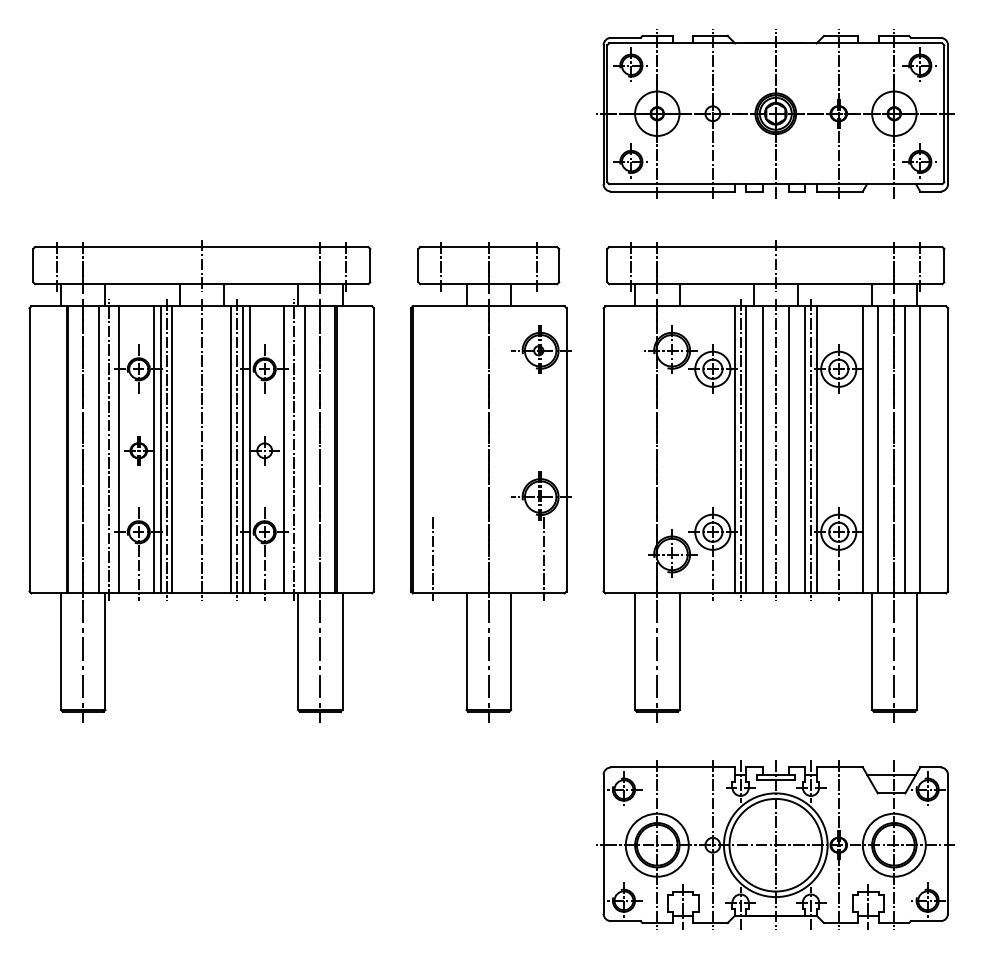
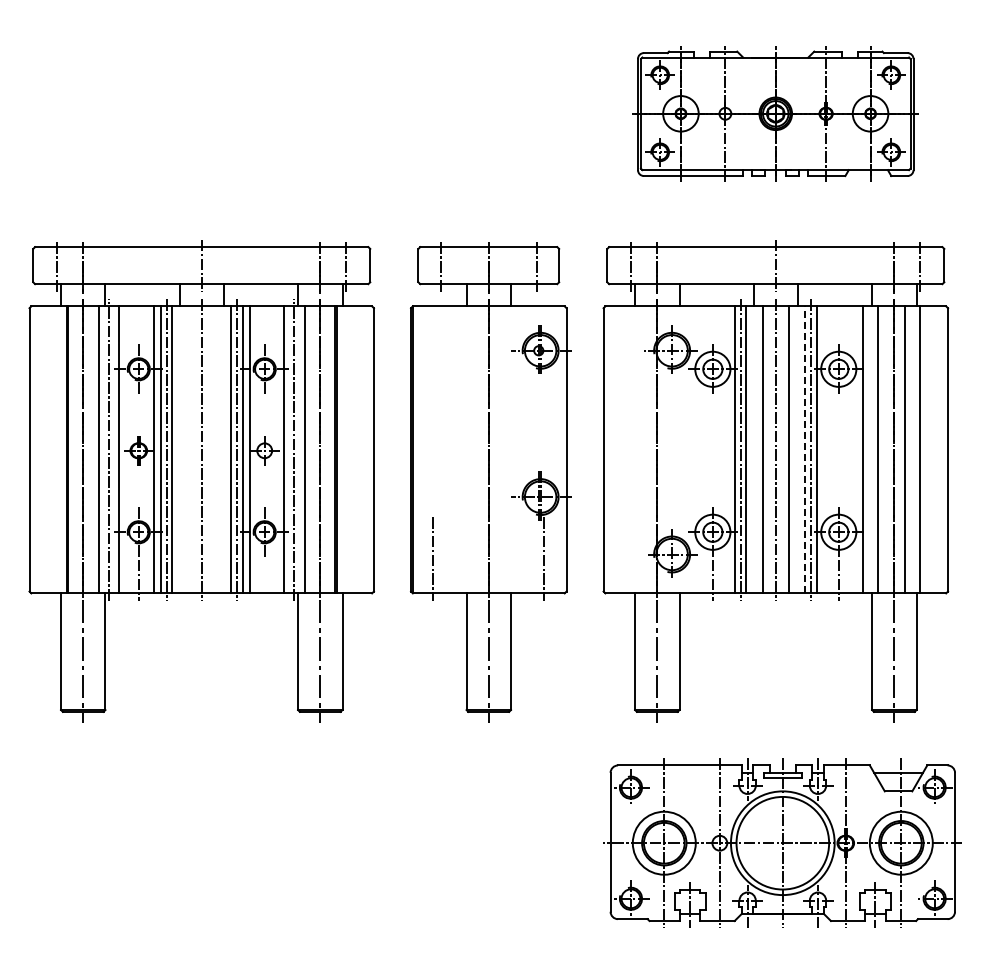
part at (775, 113) size: 359x170 px -> 287x136 px
line at (805, 449): solid -> dashed
line at (264, 579): present -> none
part at (775, 844) position: (775, 844) -> (782, 842)
